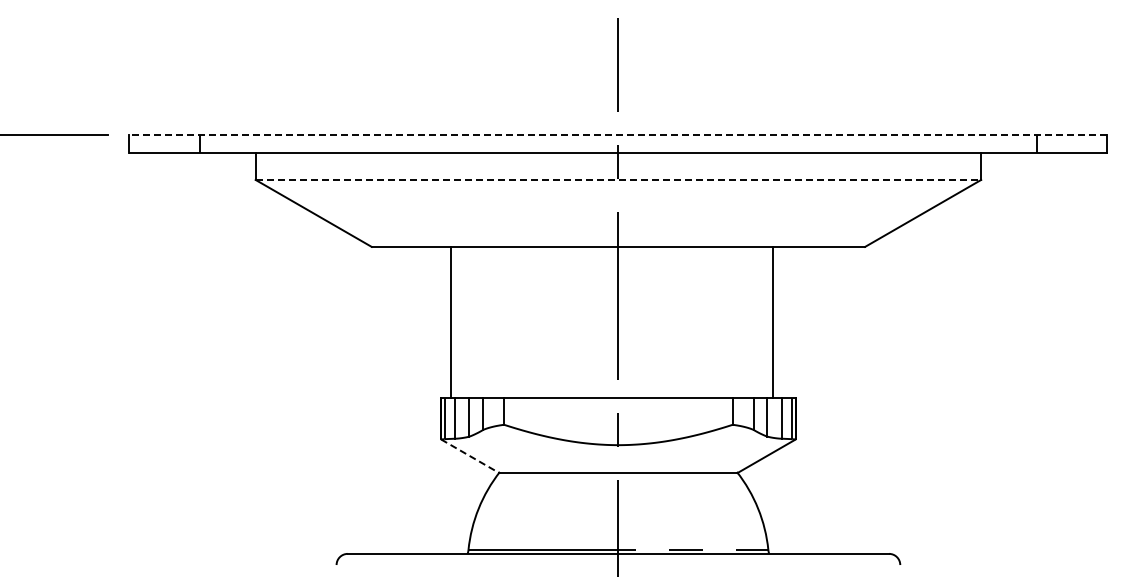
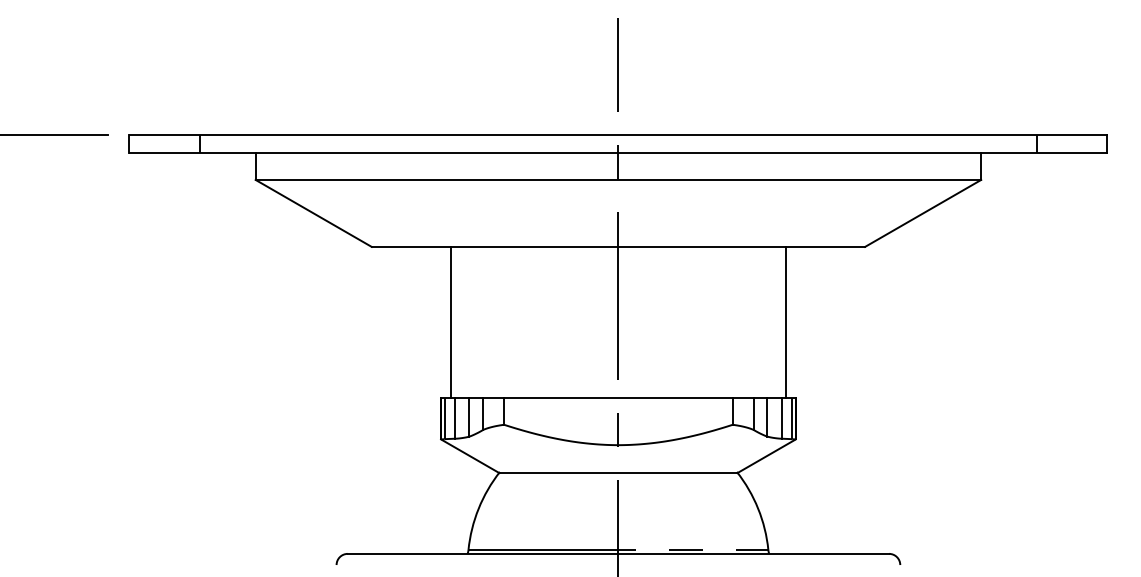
line at (617, 135): dashed -> solid
line at (618, 179): dashed -> solid
line at (772, 321) position: (772, 321) -> (785, 321)
line at (470, 456): dashed -> solid
